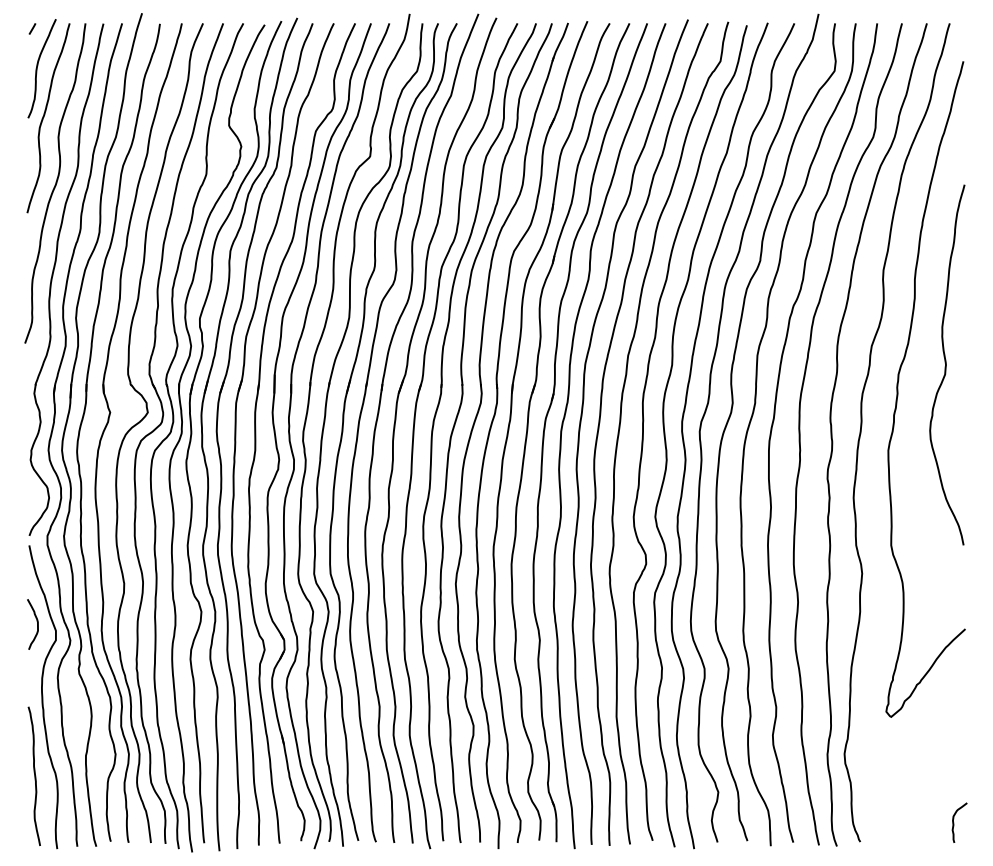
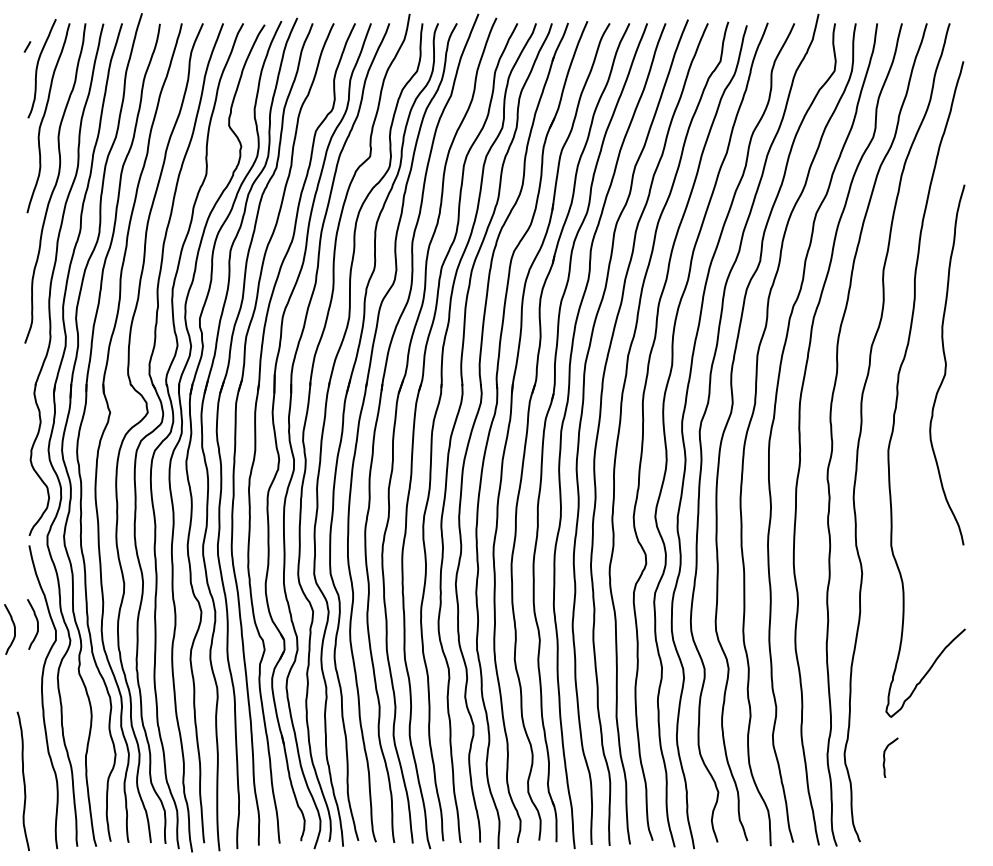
line at (32, 28) position: (32, 28) -> (27, 46)
curve at (13, 626): none -> present
curve at (34, 775) position: (34, 775) -> (23, 780)
curve at (954, 822) position: (954, 822) -> (885, 757)
